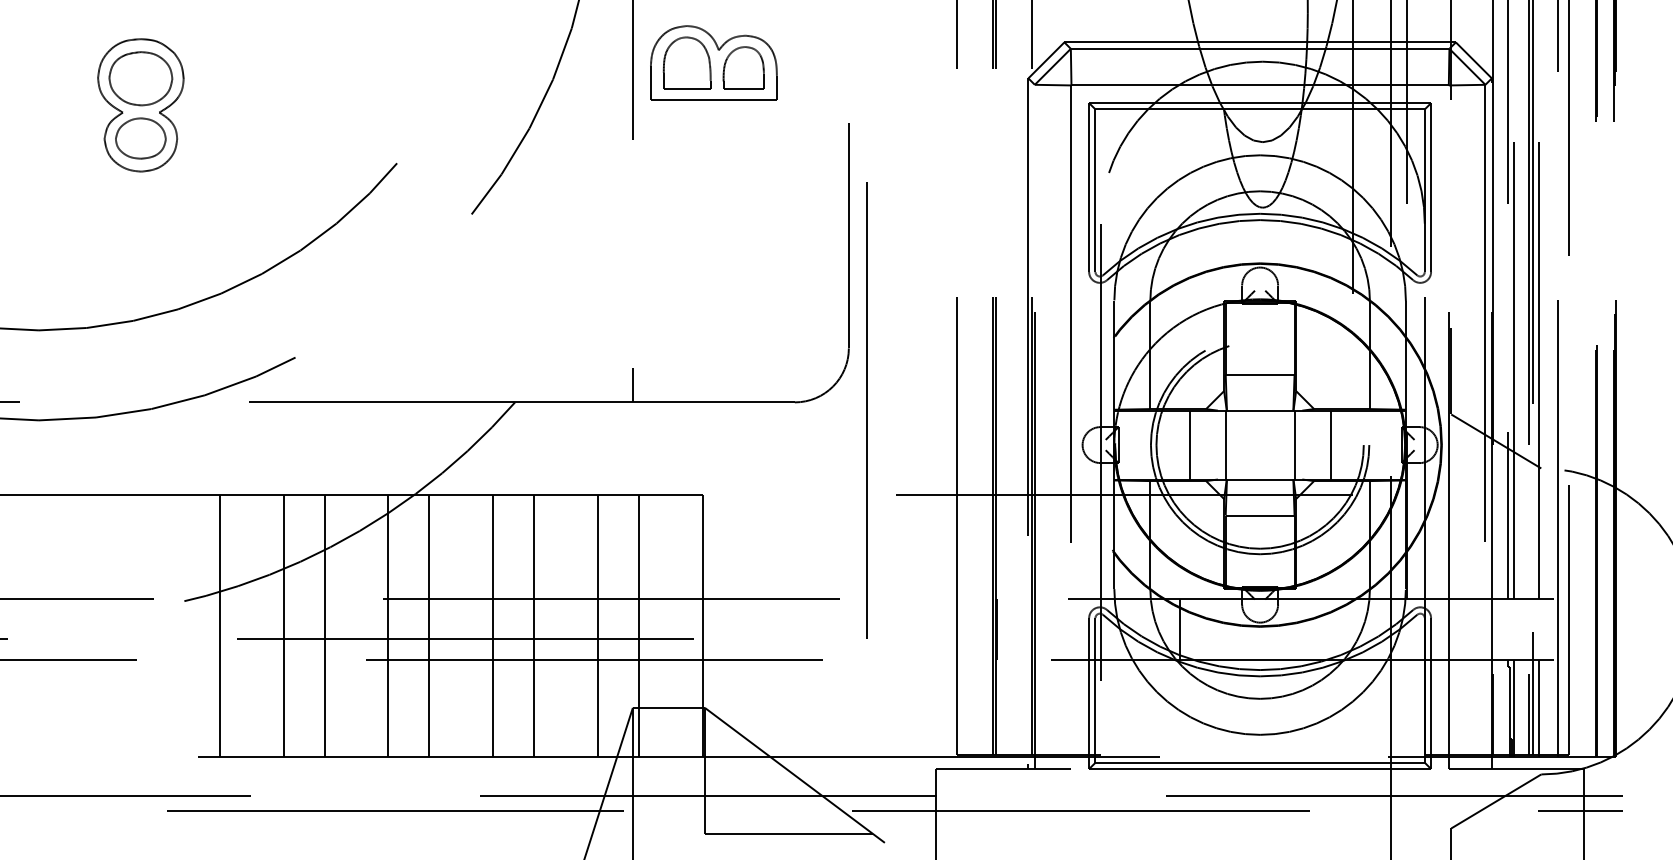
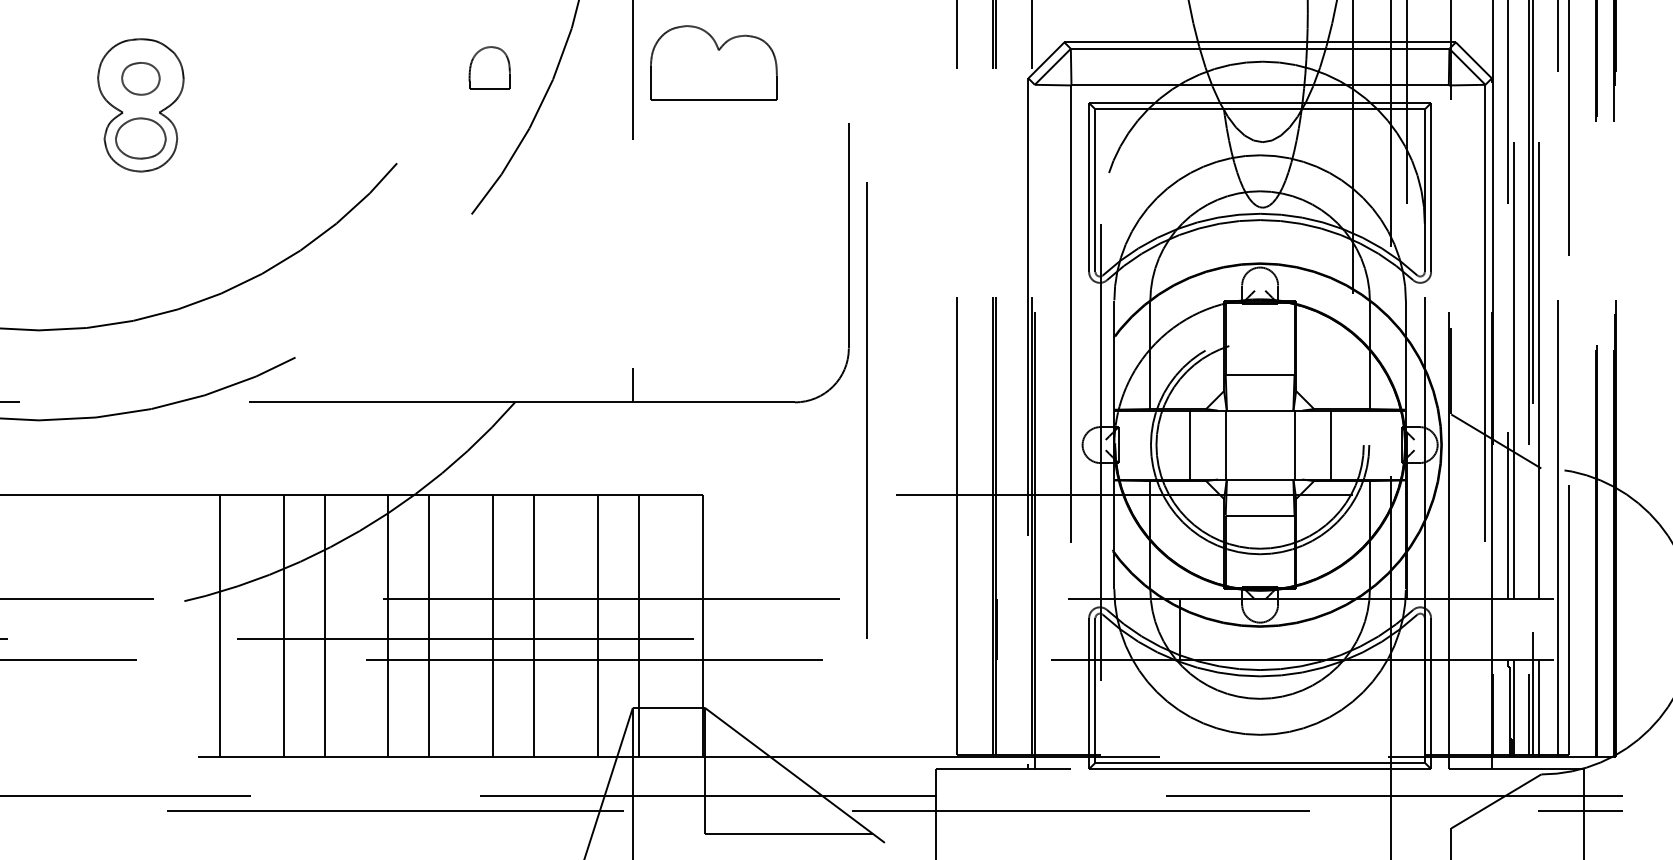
part at (686, 62): present -> none
part at (743, 67) position: (743, 67) -> (489, 67)
part at (140, 78) size: 66x56 px -> 40x34 px
